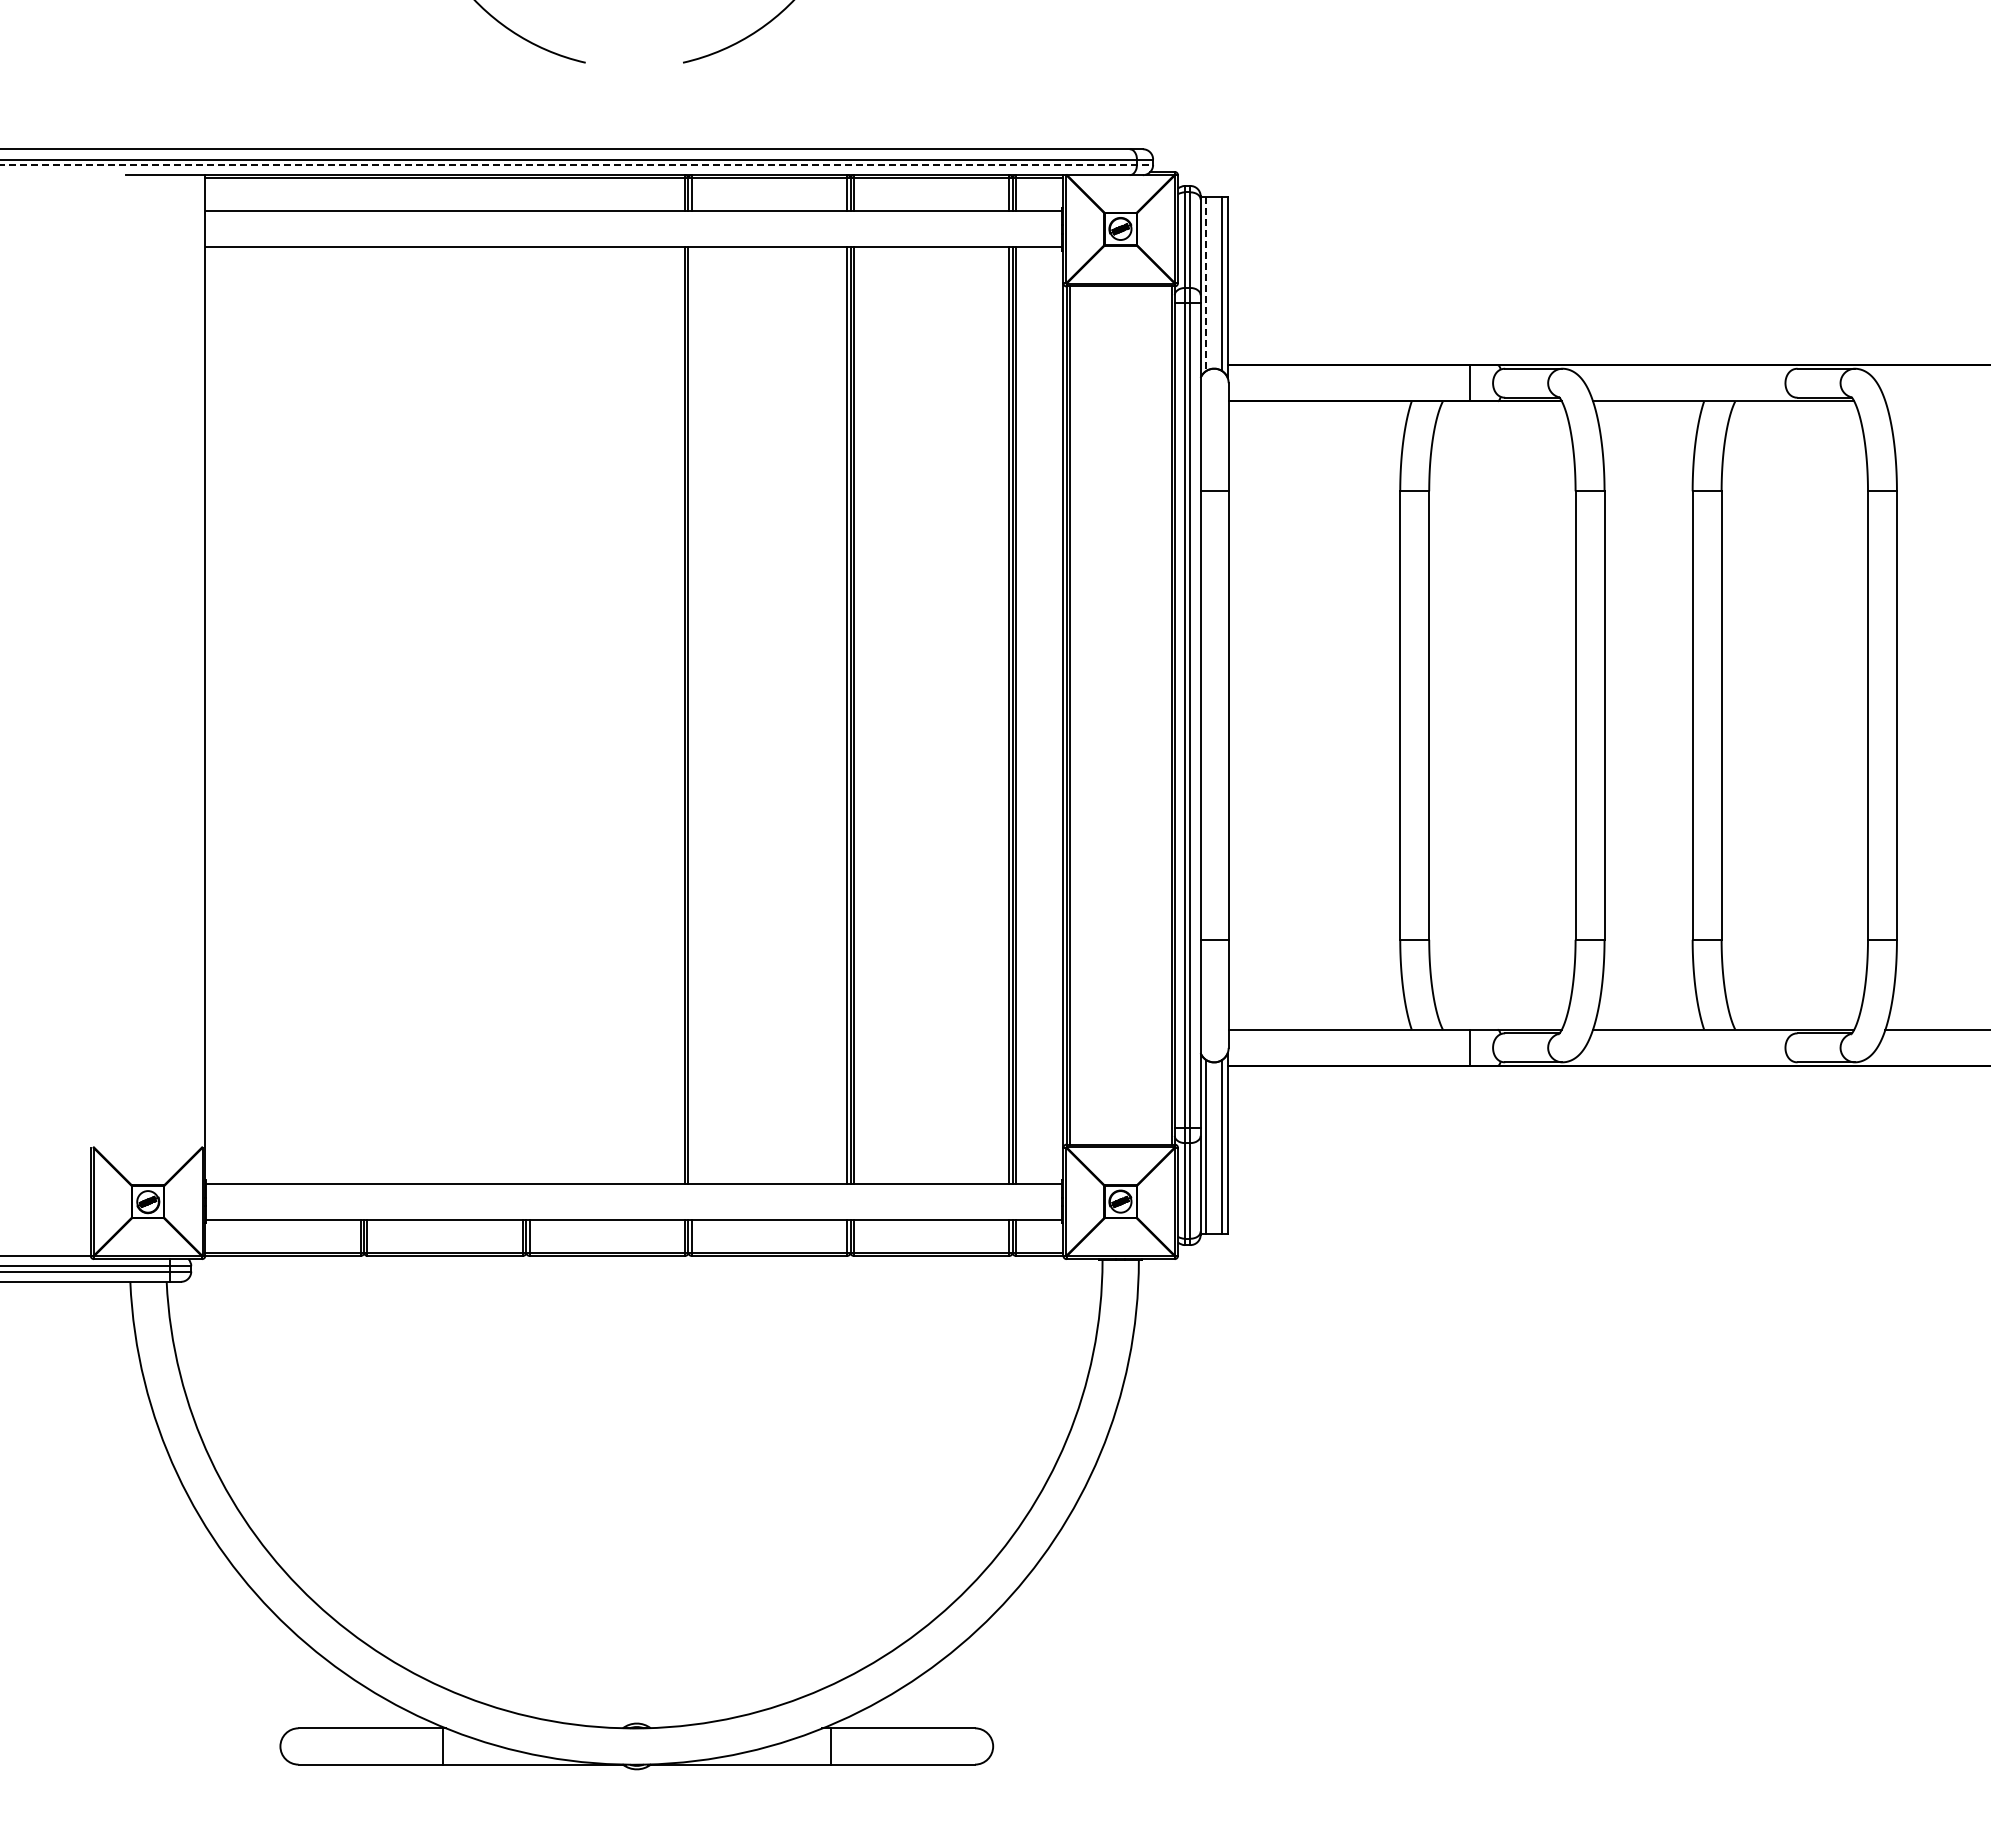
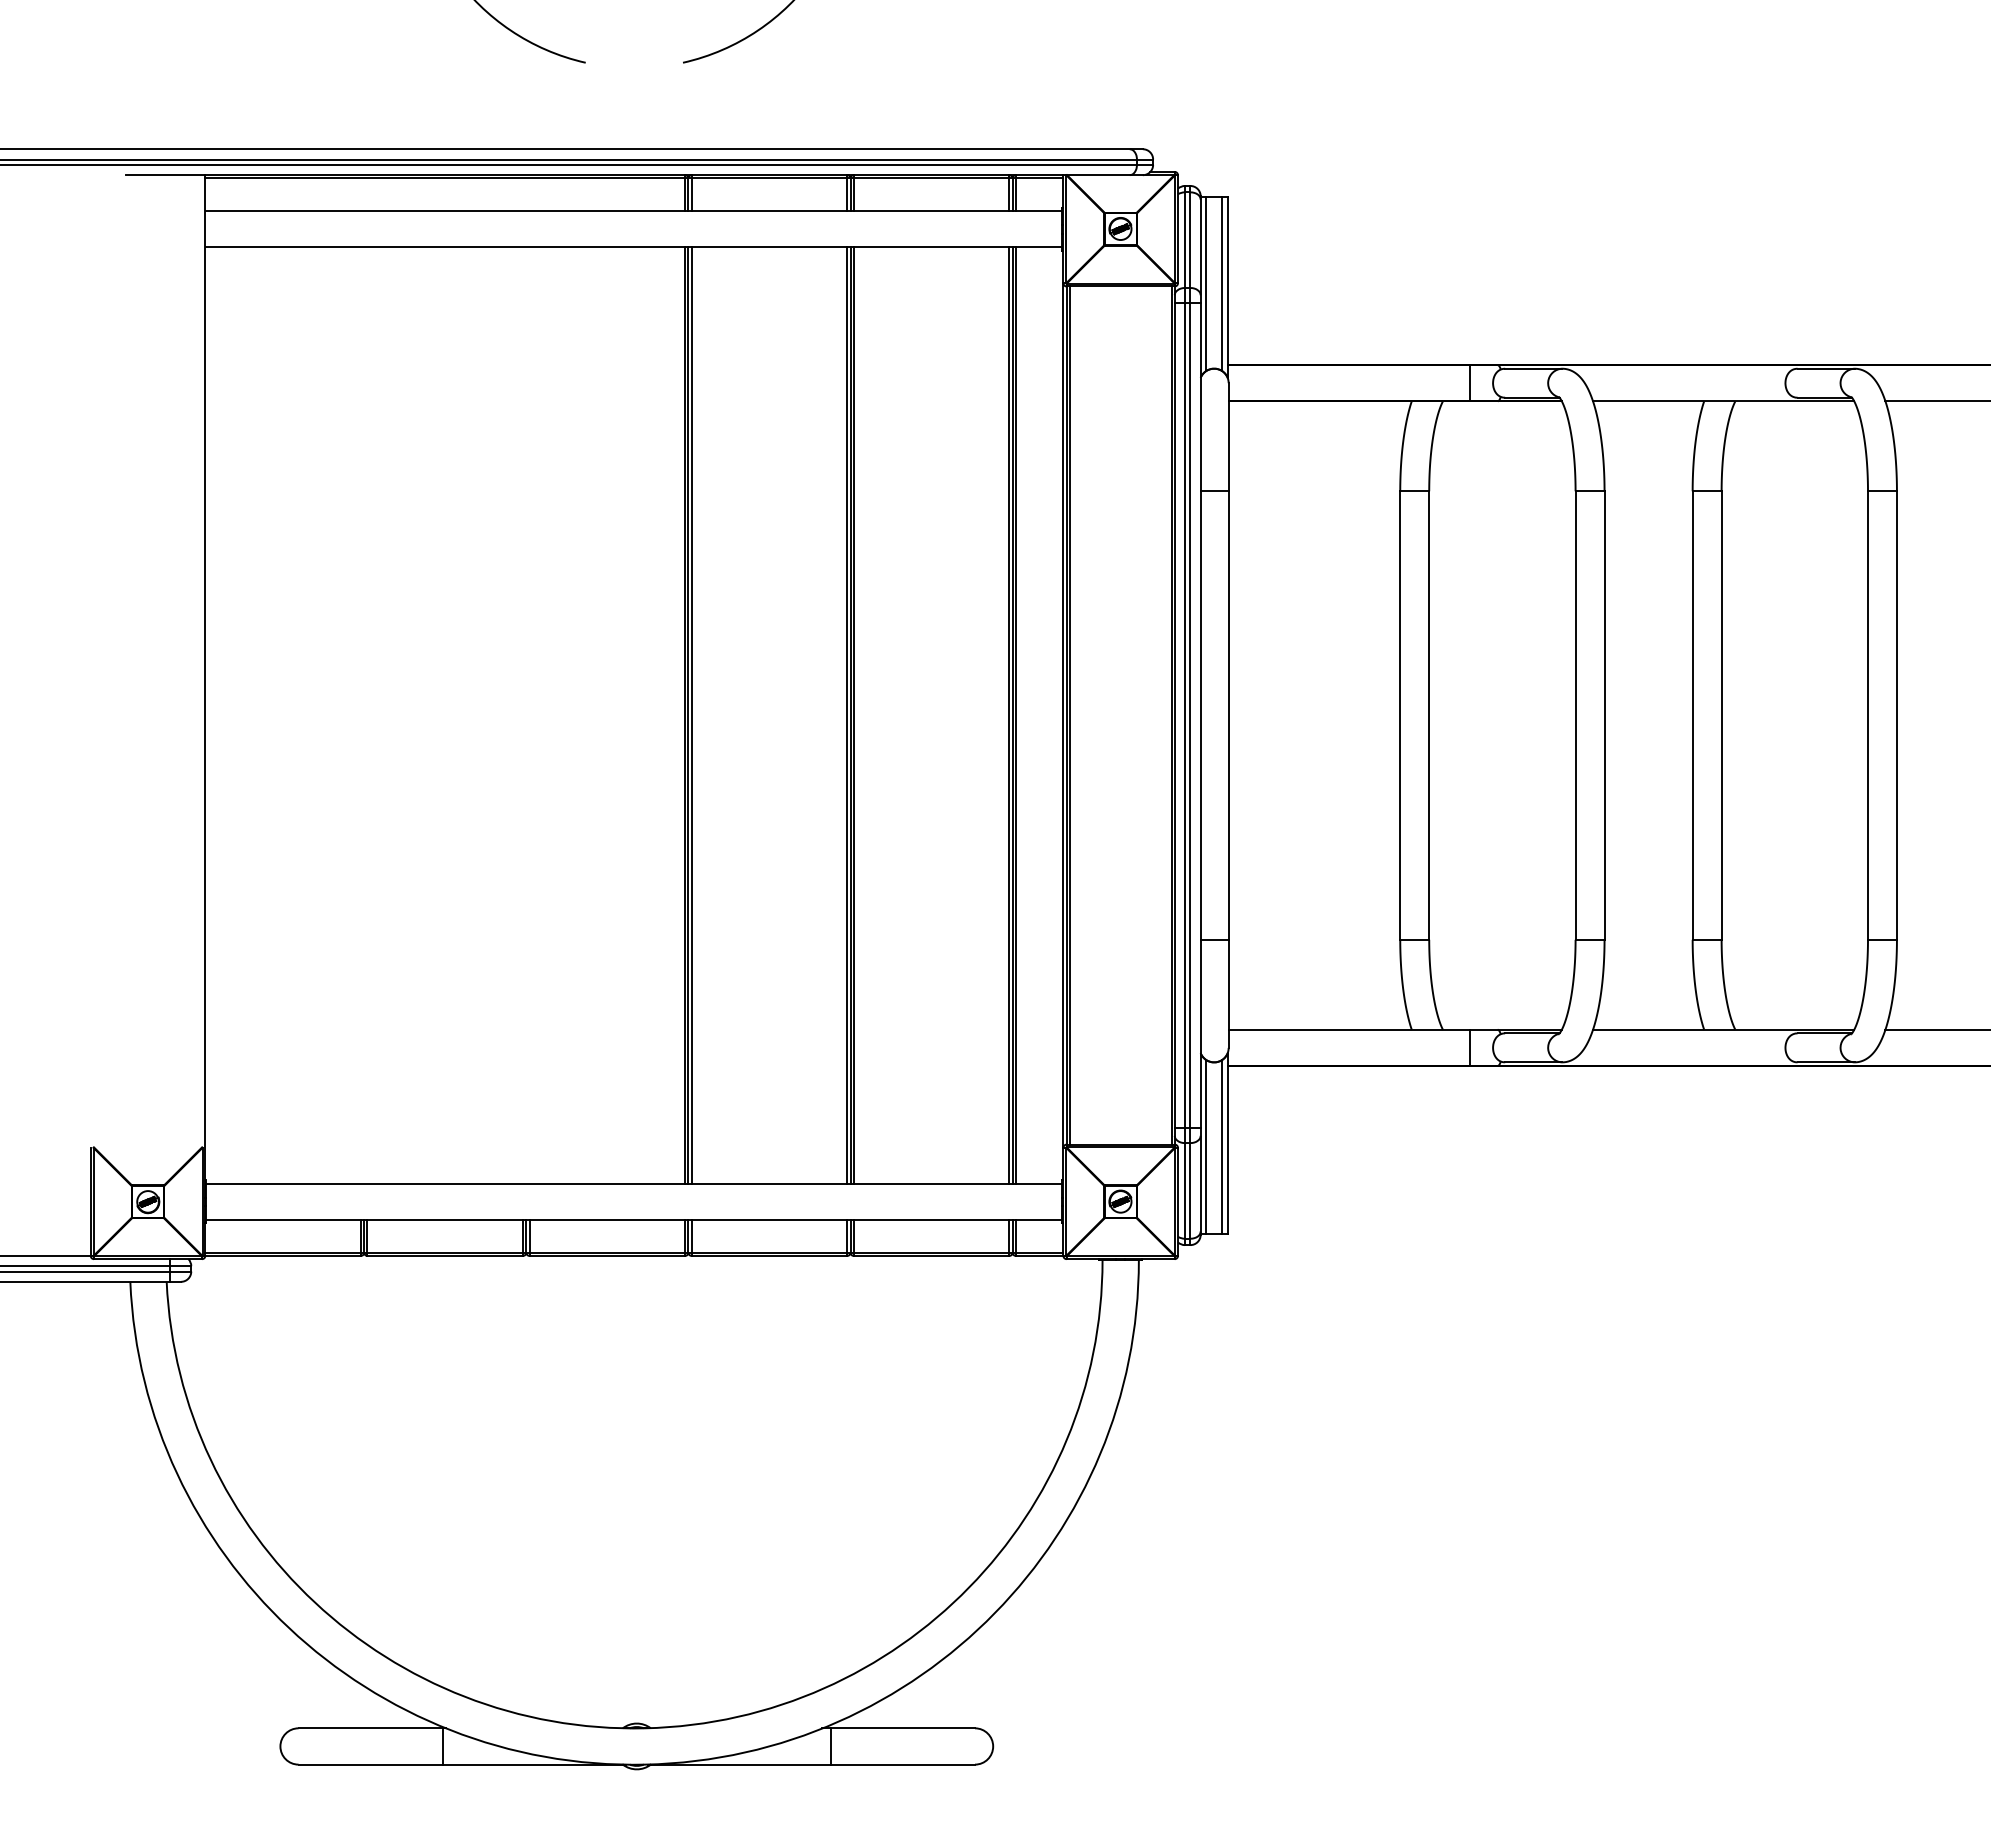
line at (577, 164): dashed -> solid
line at (1206, 284): dashed -> solid
line at (1936, 401): none -> present
line at (691, 715): none -> present
